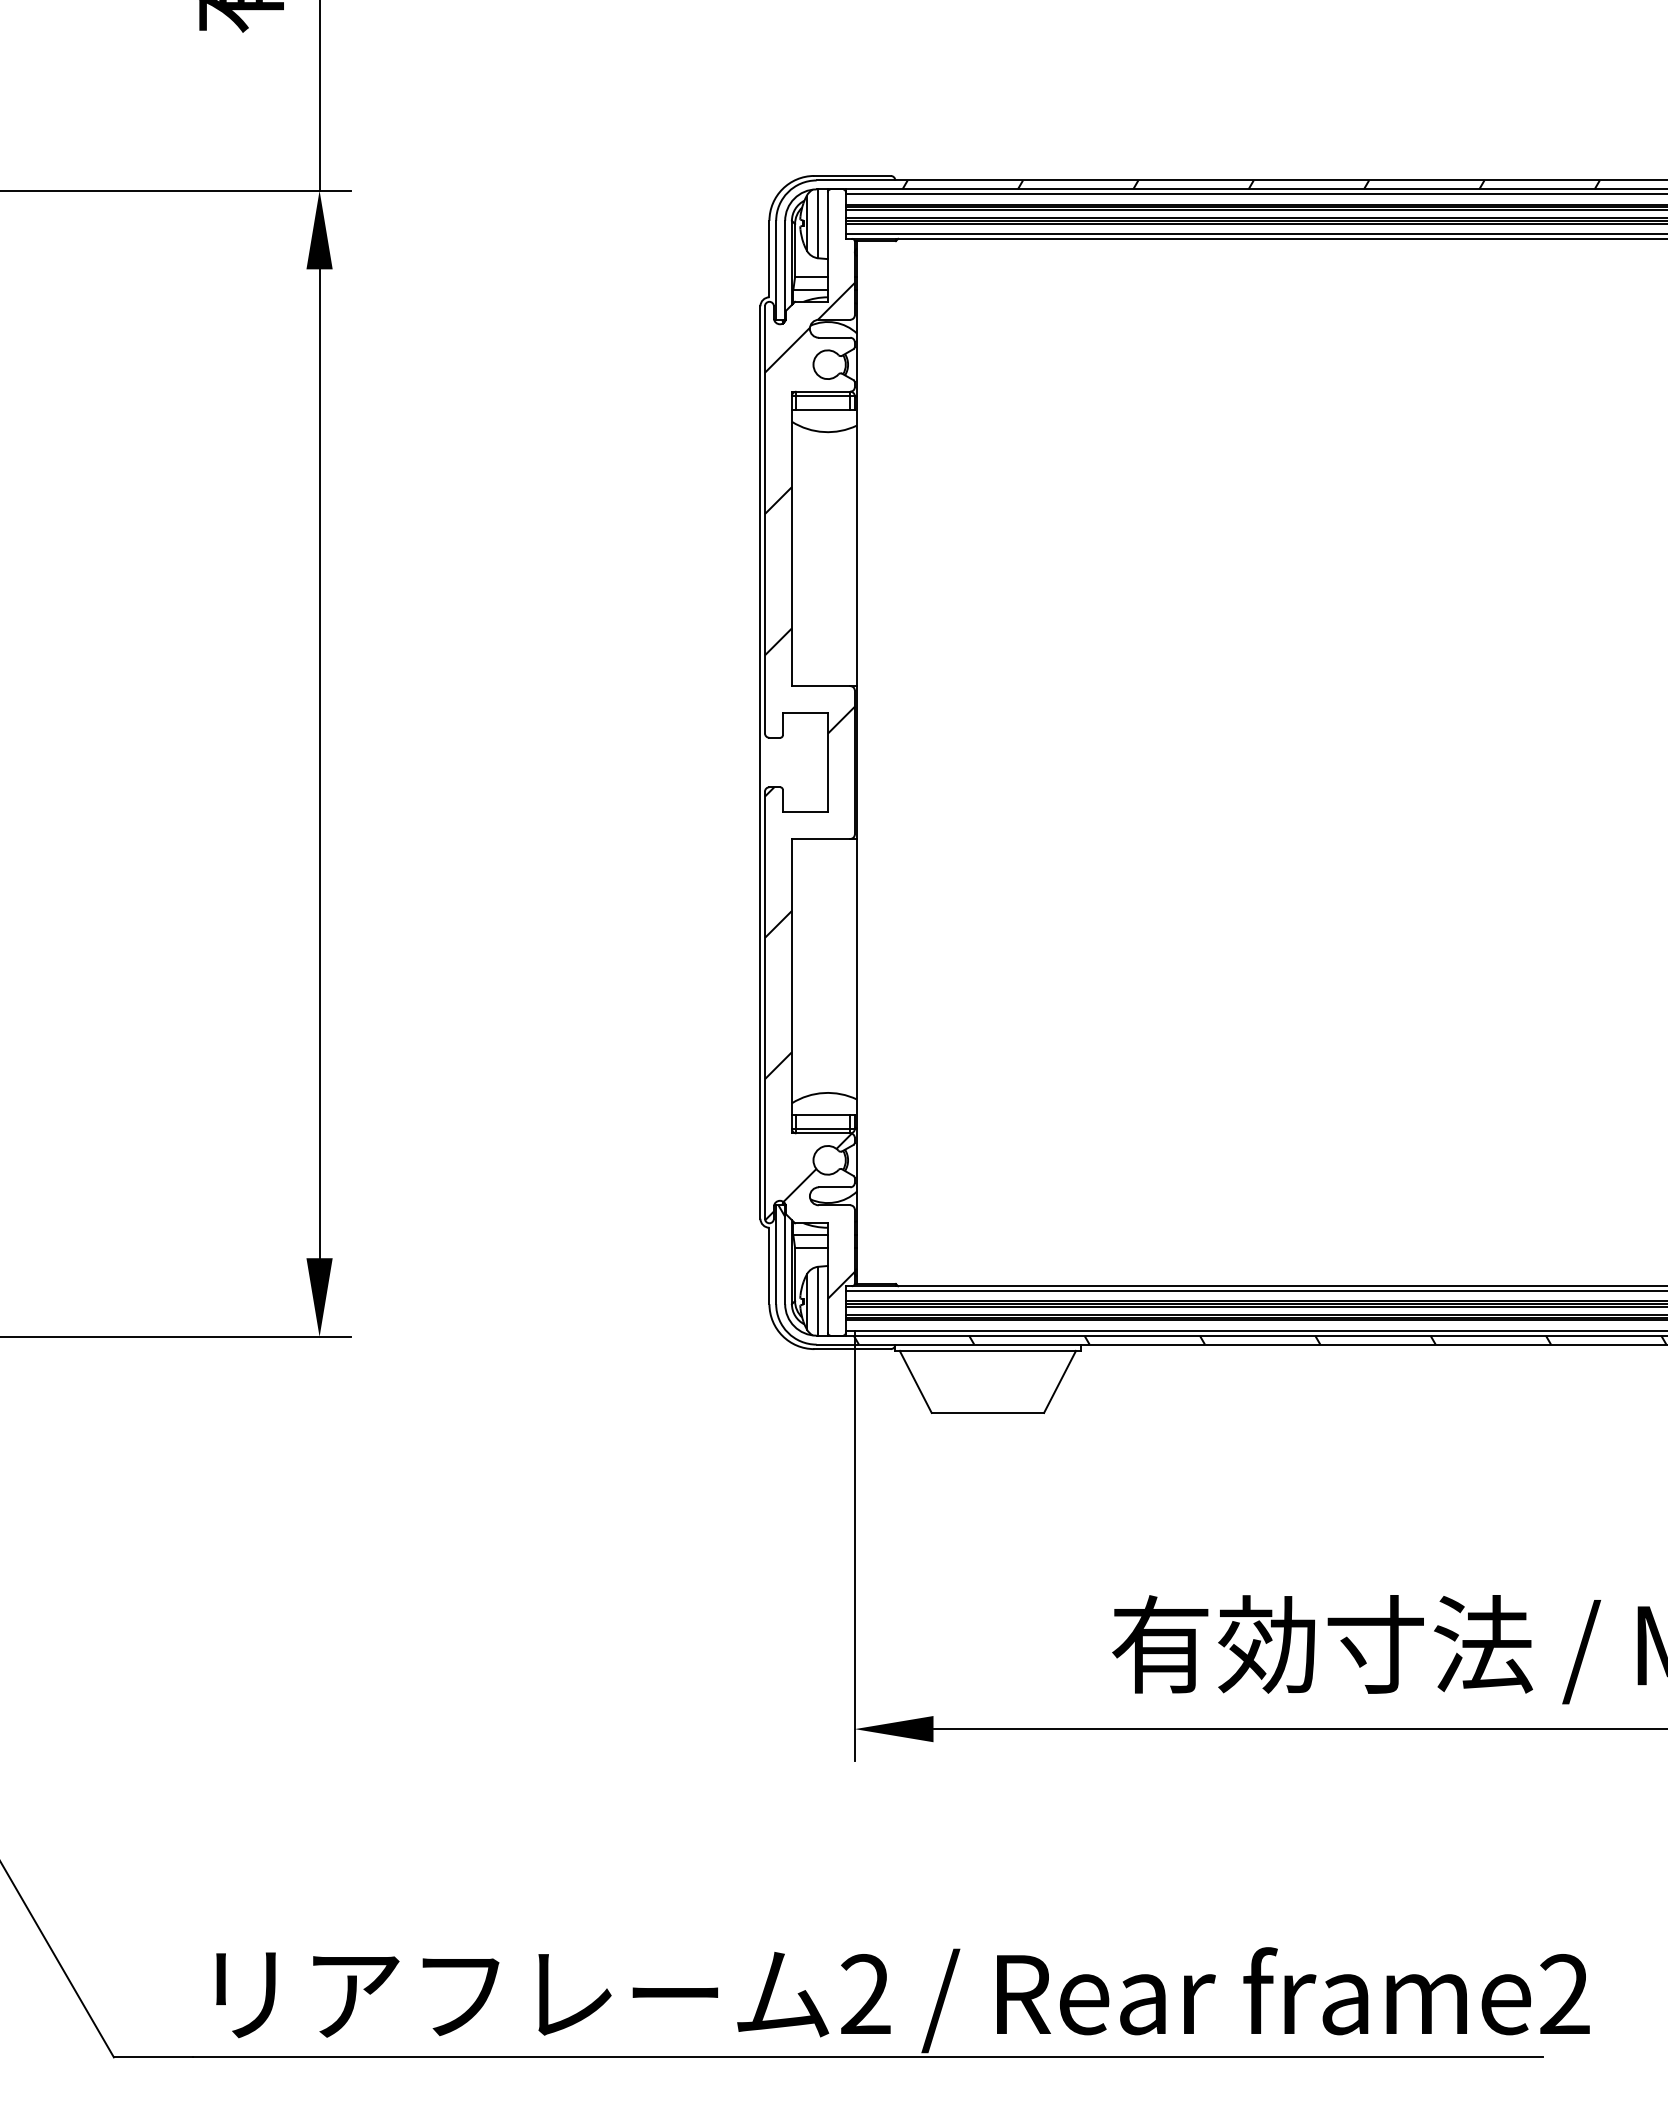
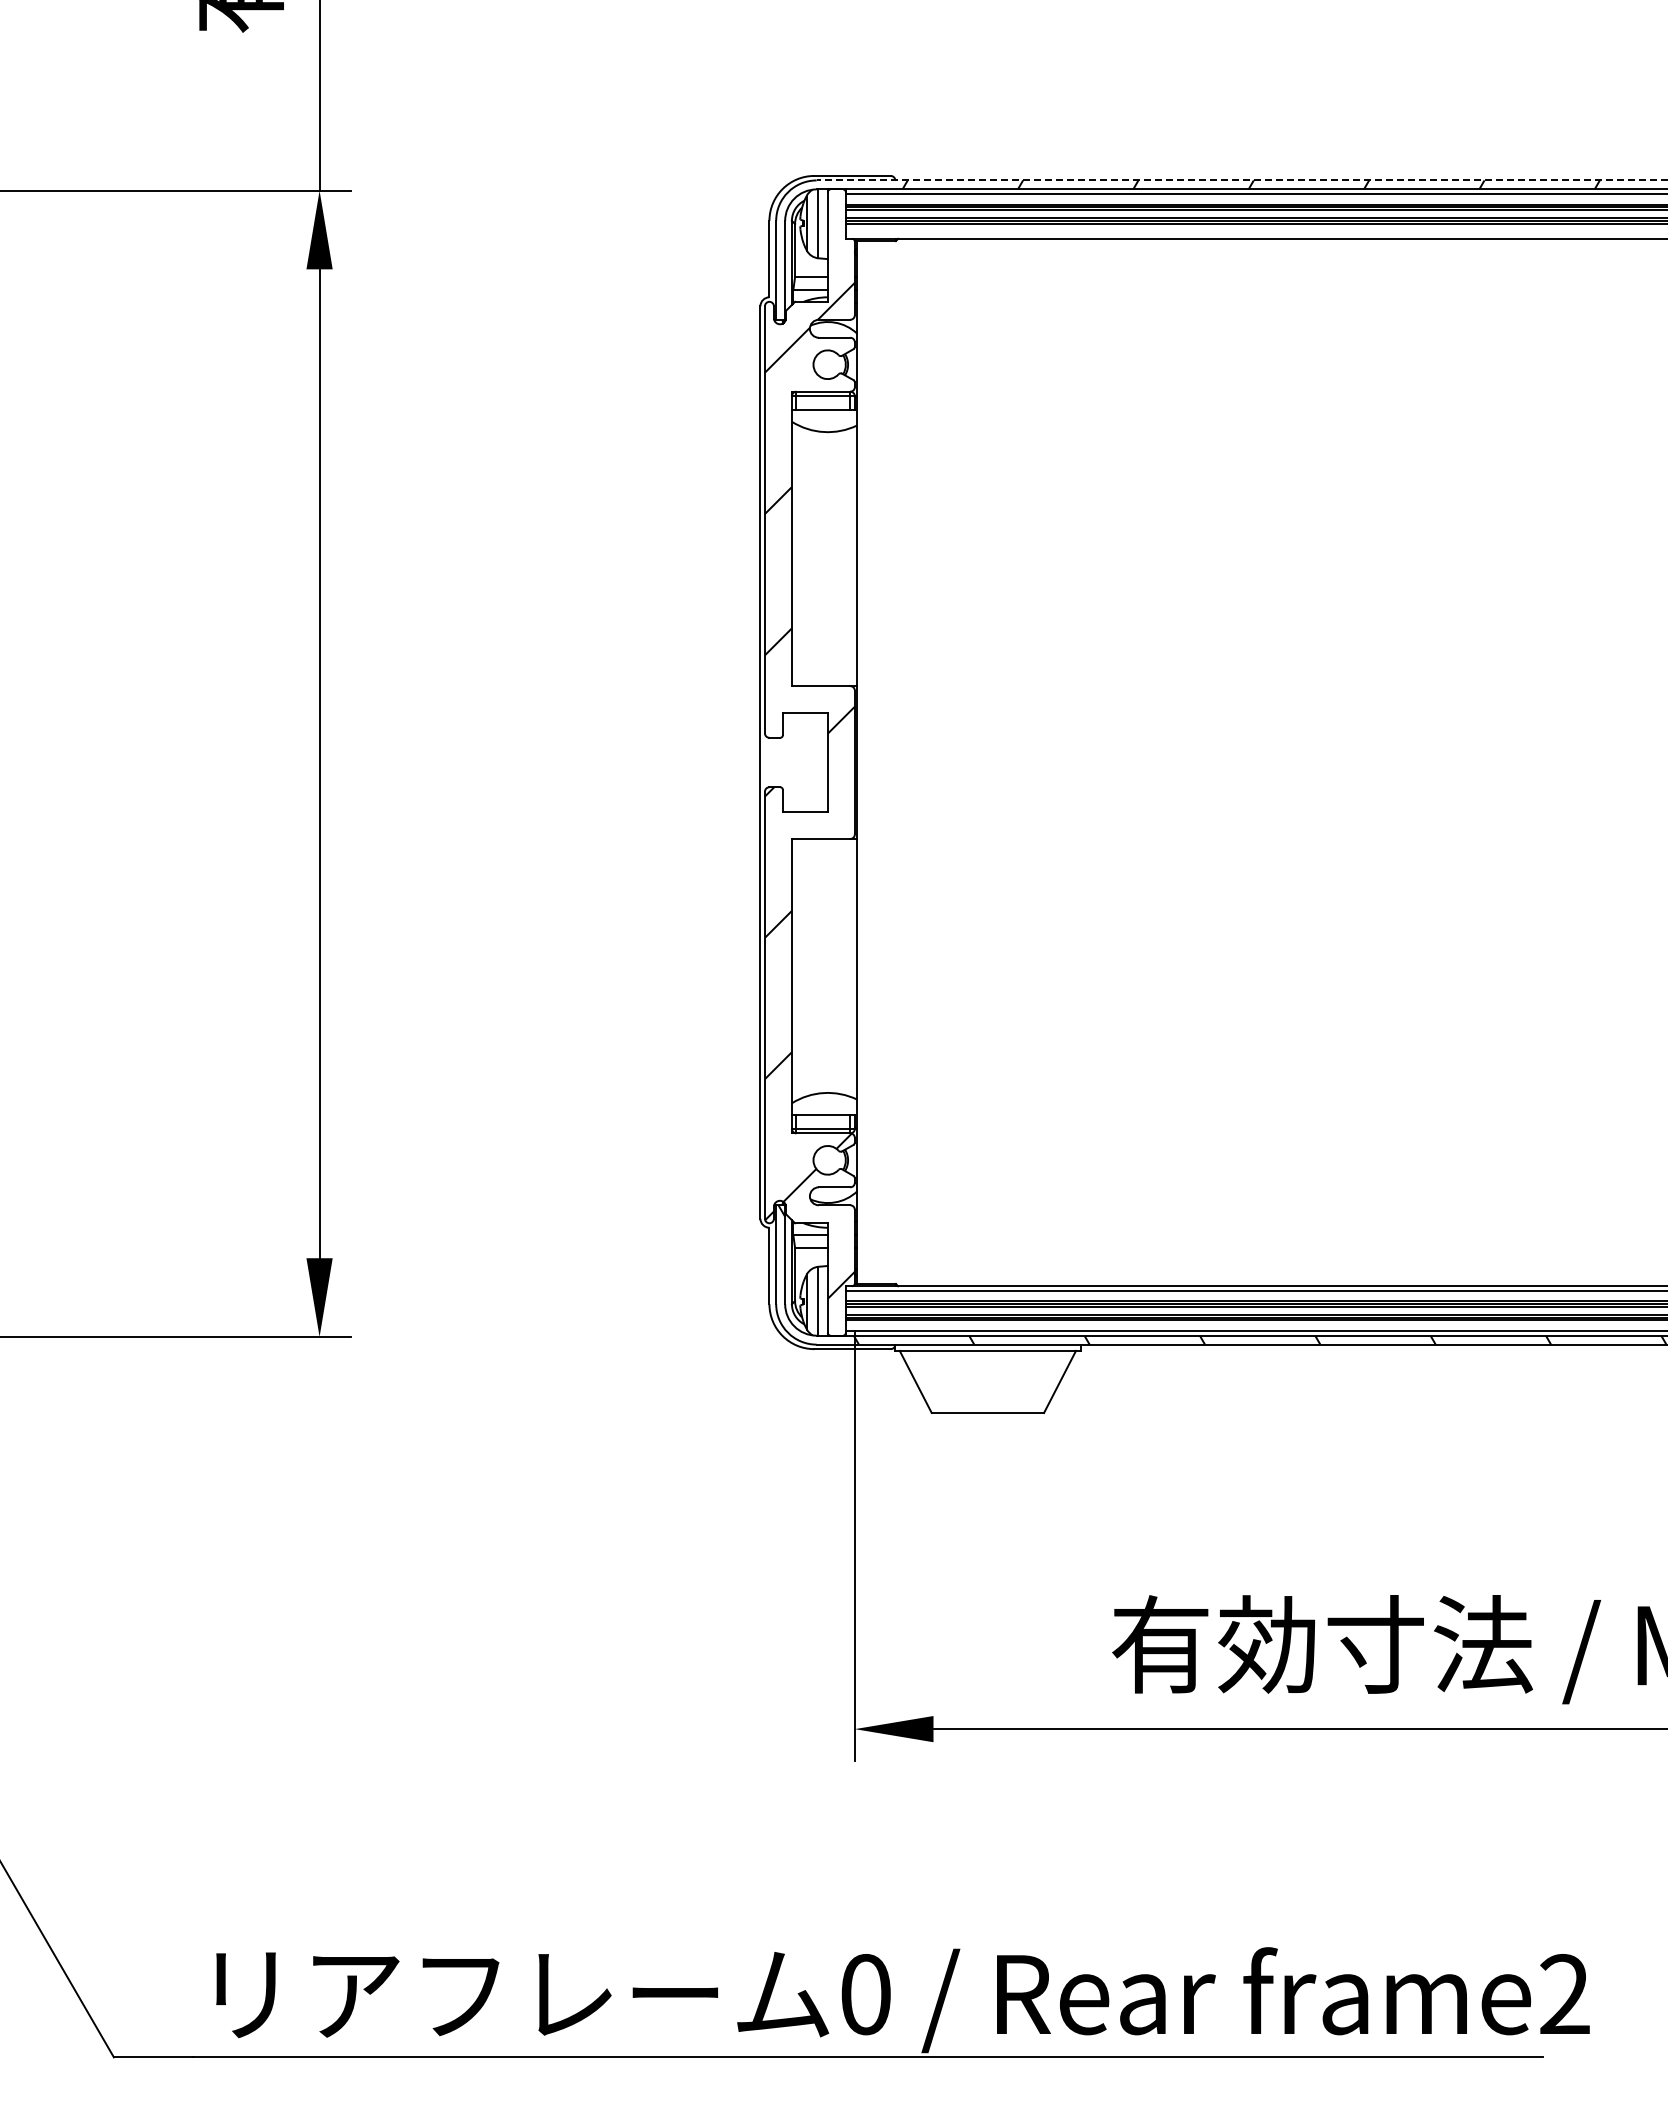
line at (1241, 180): solid -> dashed
line at (1254, 234): present -> none
text at (865, 1994): 2 -> 0
